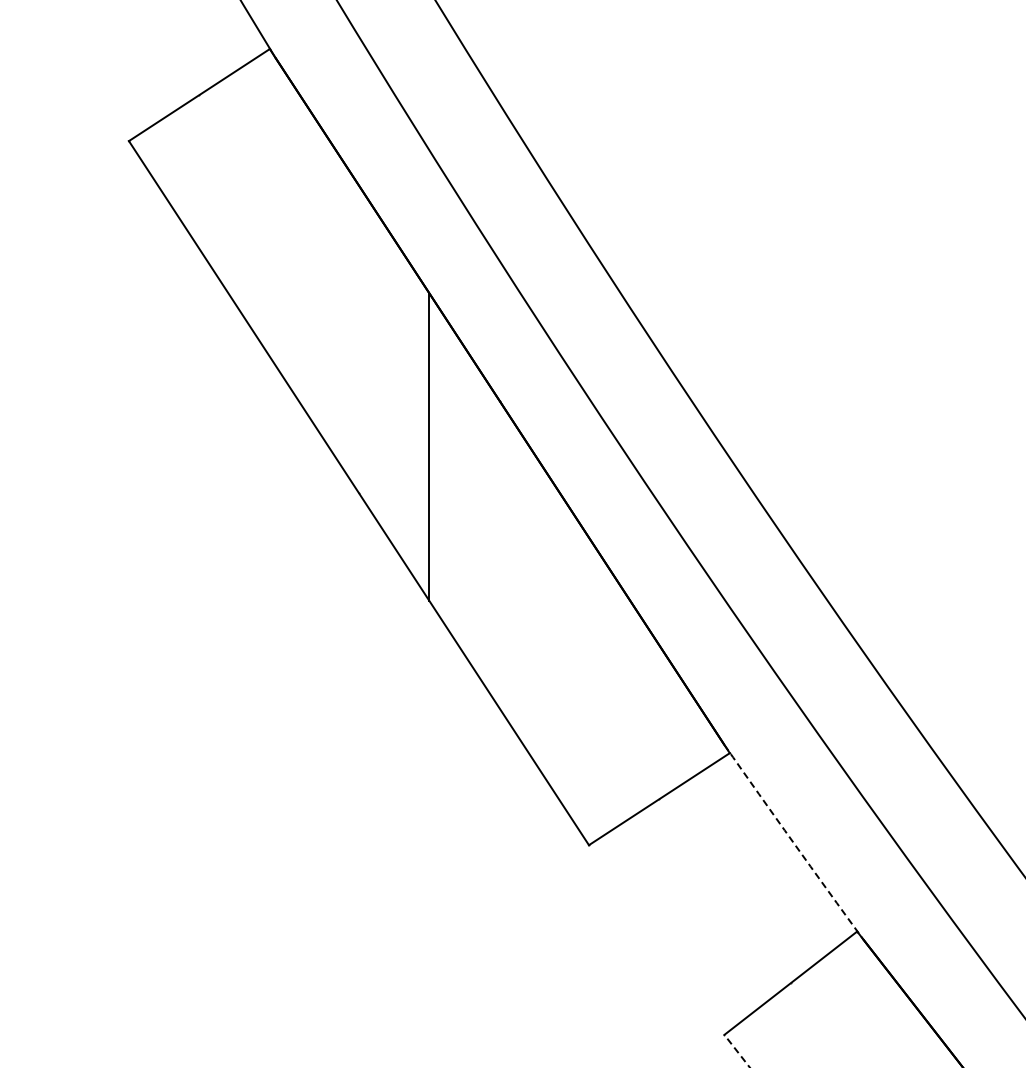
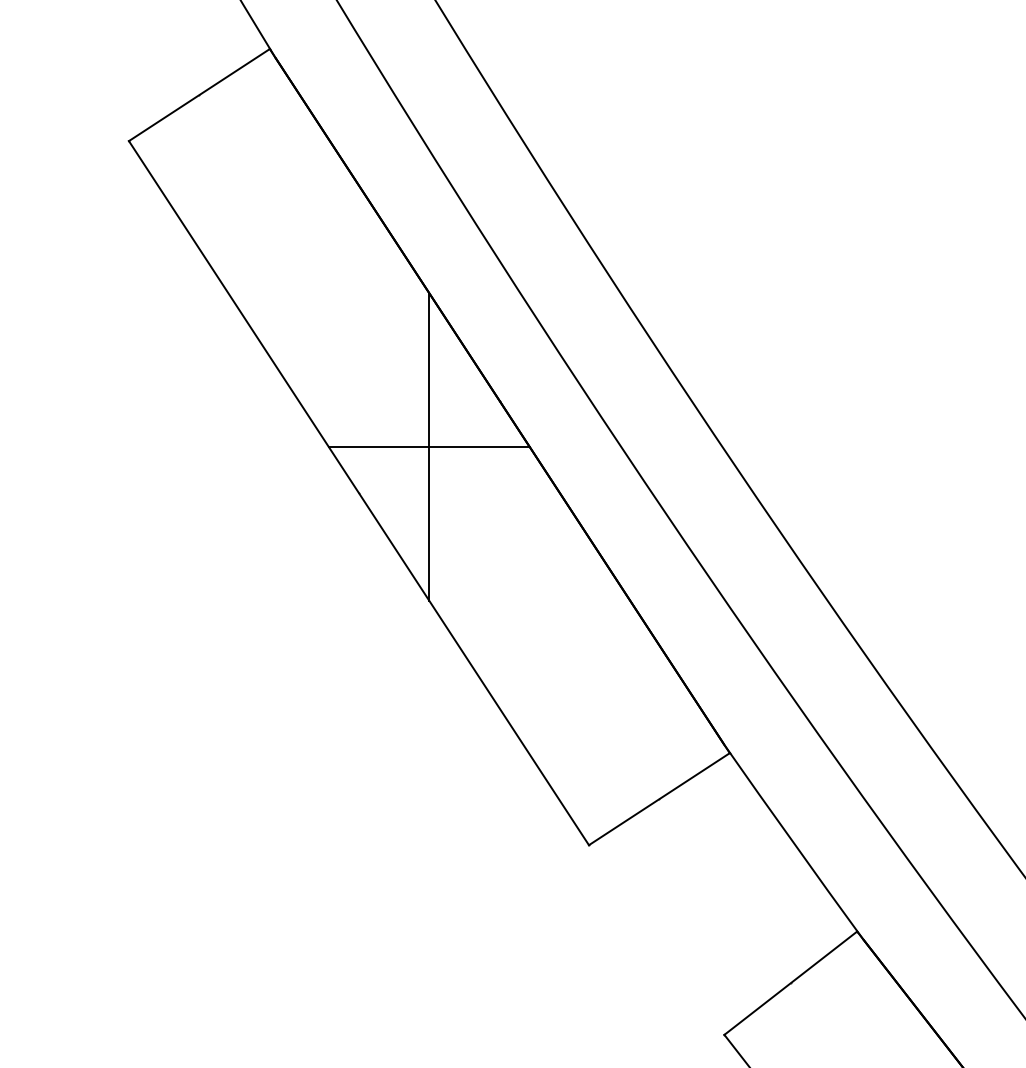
line at (428, 447): none -> present
arc at (793, 842): dashed -> solid
line at (737, 1051): dashed -> solid
